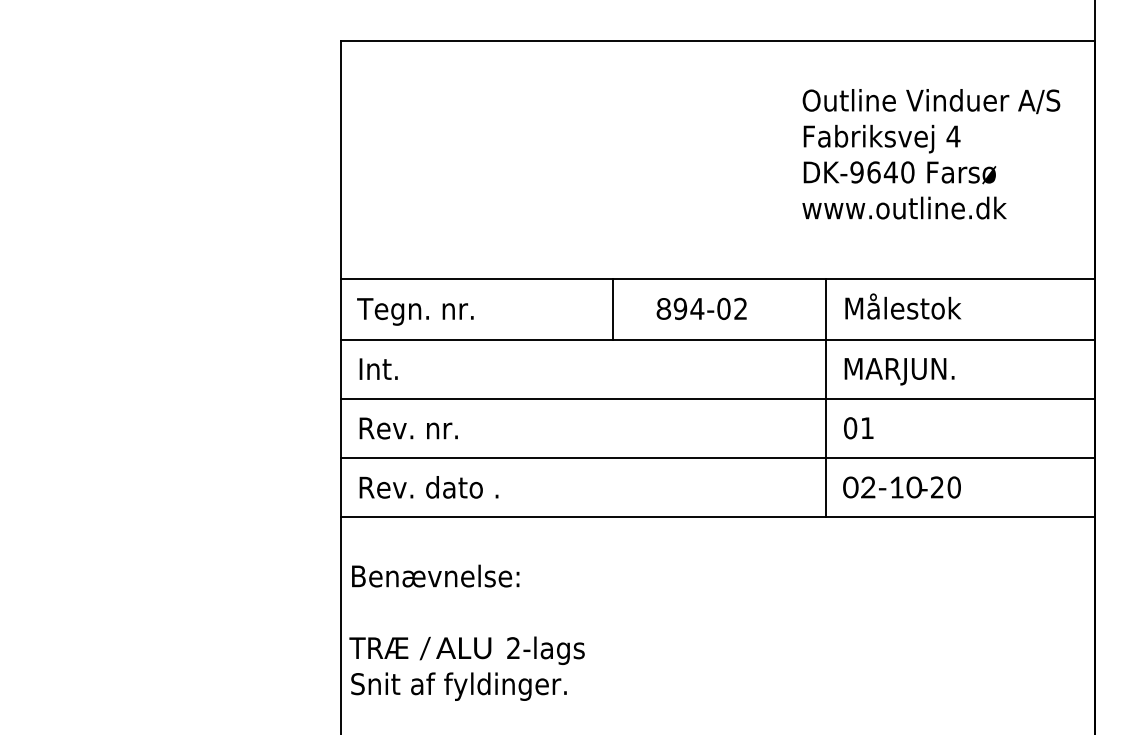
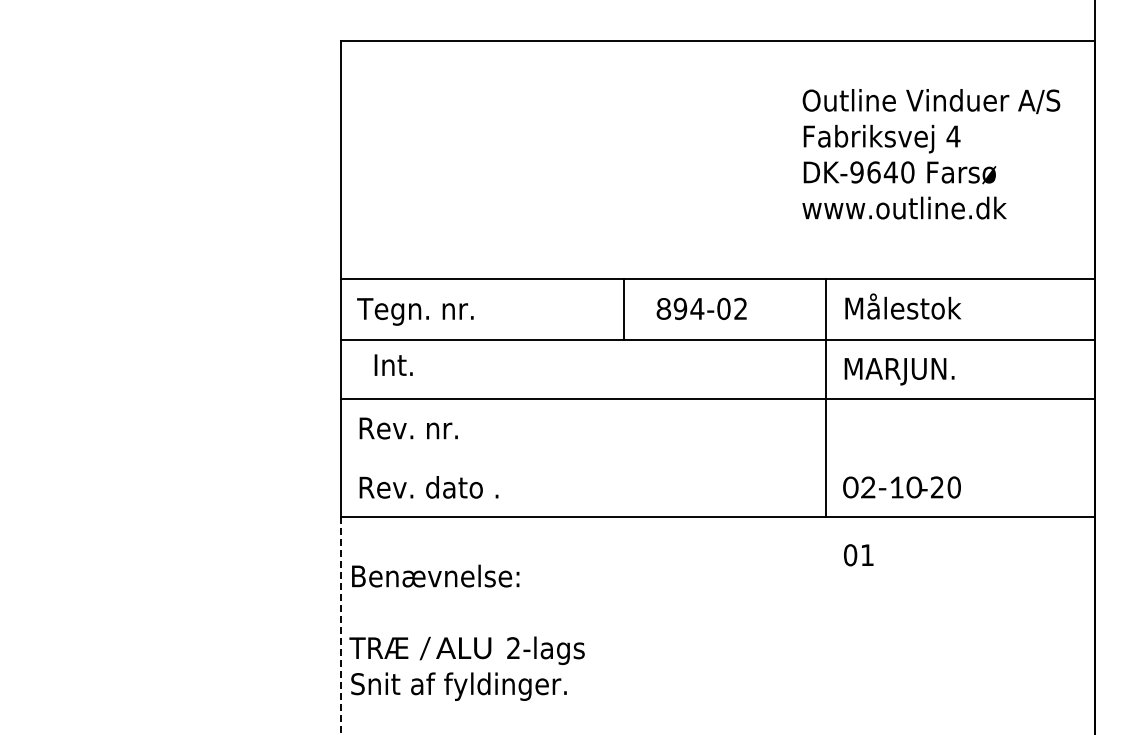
line at (613, 309) position: (613, 309) -> (624, 309)
text at (378, 368) position: (378, 368) -> (393, 364)
text at (858, 428) position: (858, 428) -> (858, 555)
line at (718, 458): present -> none
line at (341, 625): solid -> dashed
